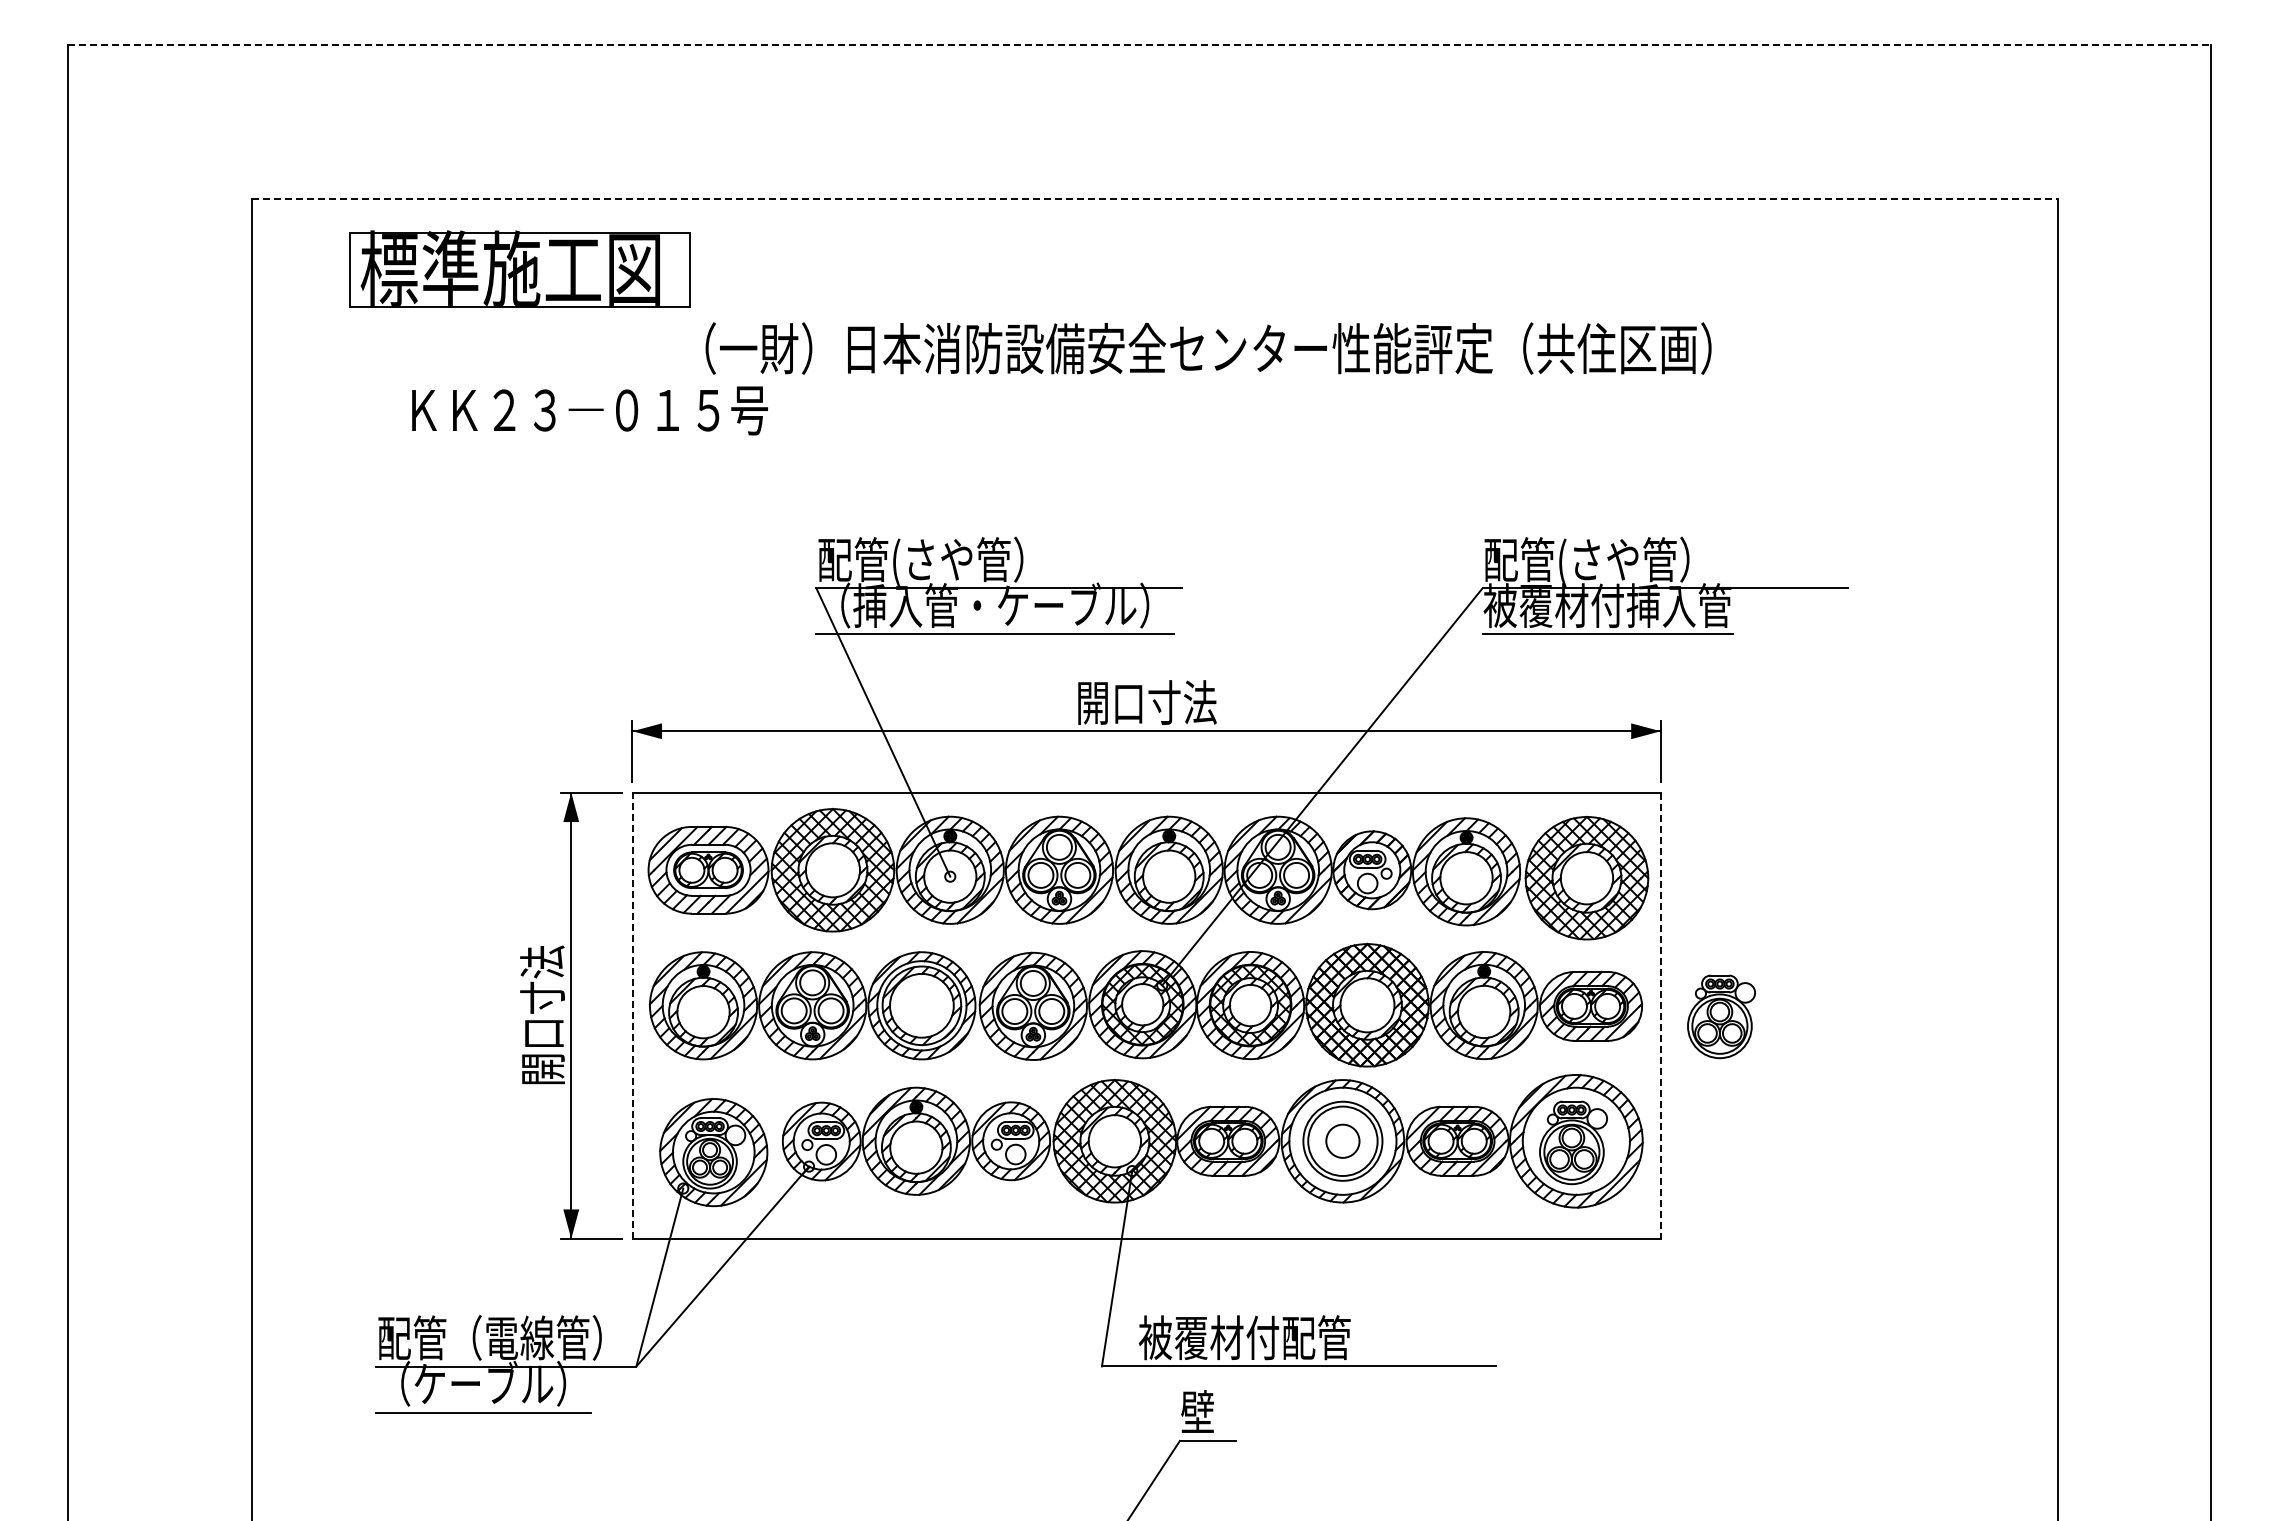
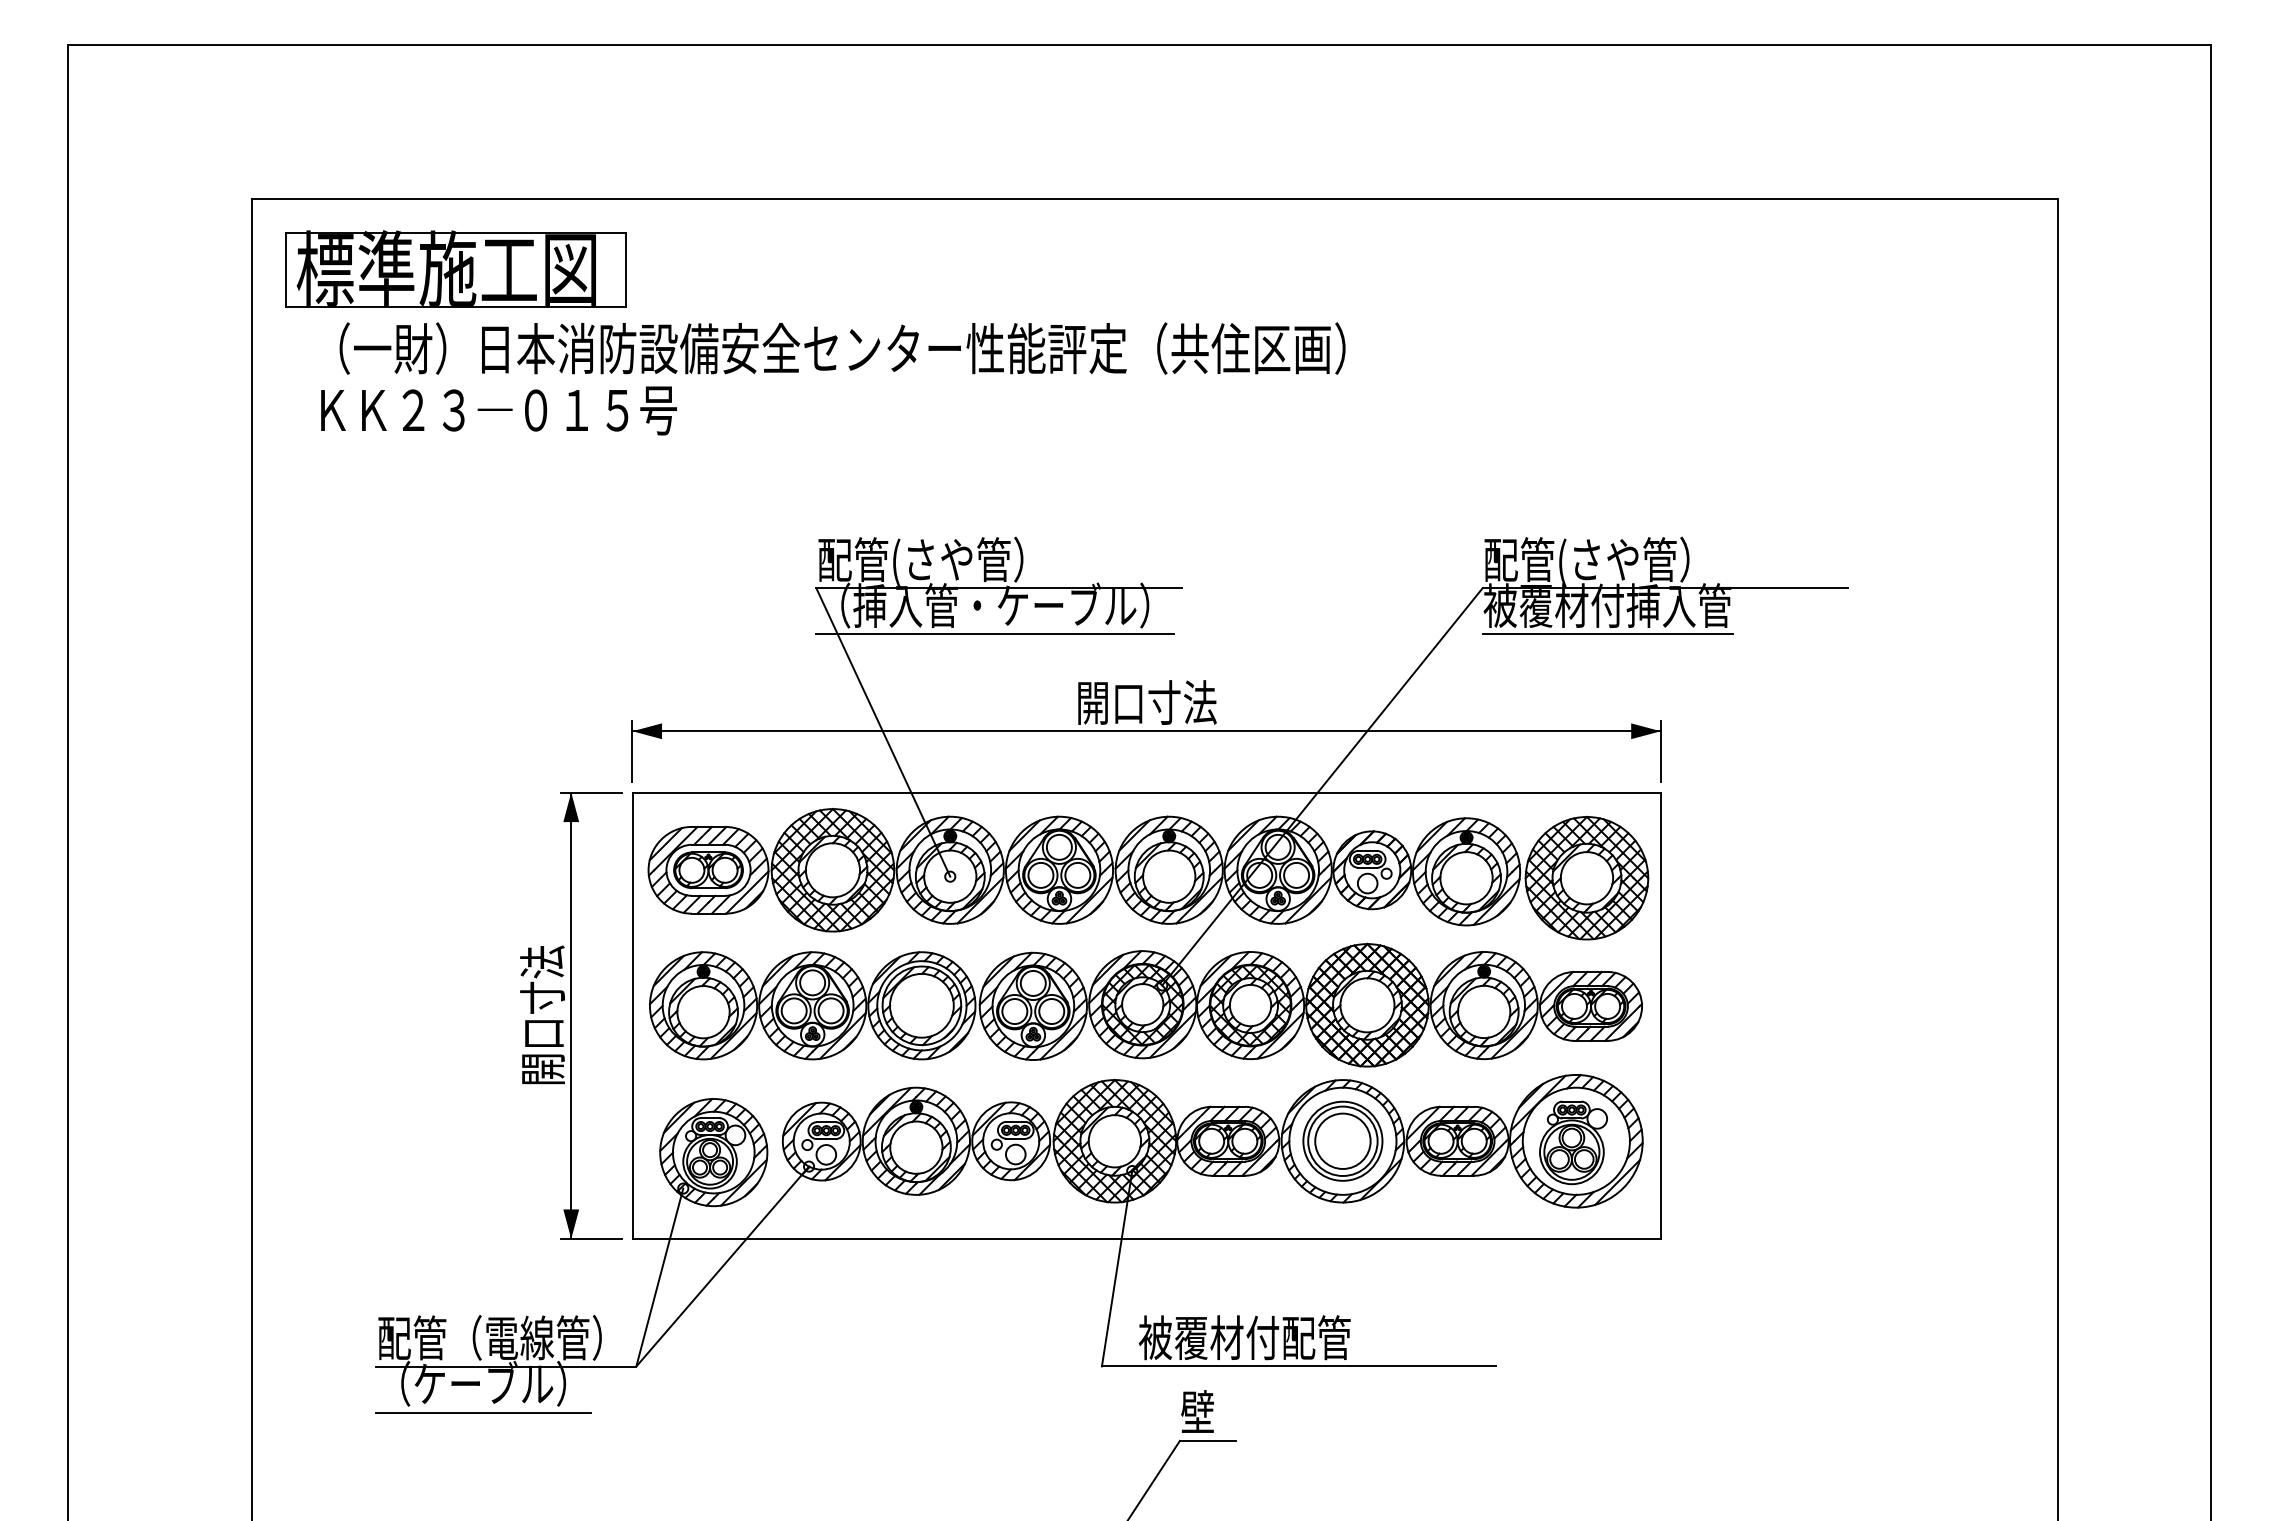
line at (1140, 45): dashed -> solid
line at (1154, 198): dashed -> solid
part at (519, 268) position: (519, 268) -> (455, 268)
text at (1208, 348) position: (1208, 348) -> (842, 348)
text at (589, 410) position: (589, 410) -> (498, 410)
line at (632, 1015): dashed -> solid
line at (1660, 1016): dashed -> solid
part at (1721, 1016): present -> none
circle at (1342, 1140) diameter: 33 px -> 55 px
